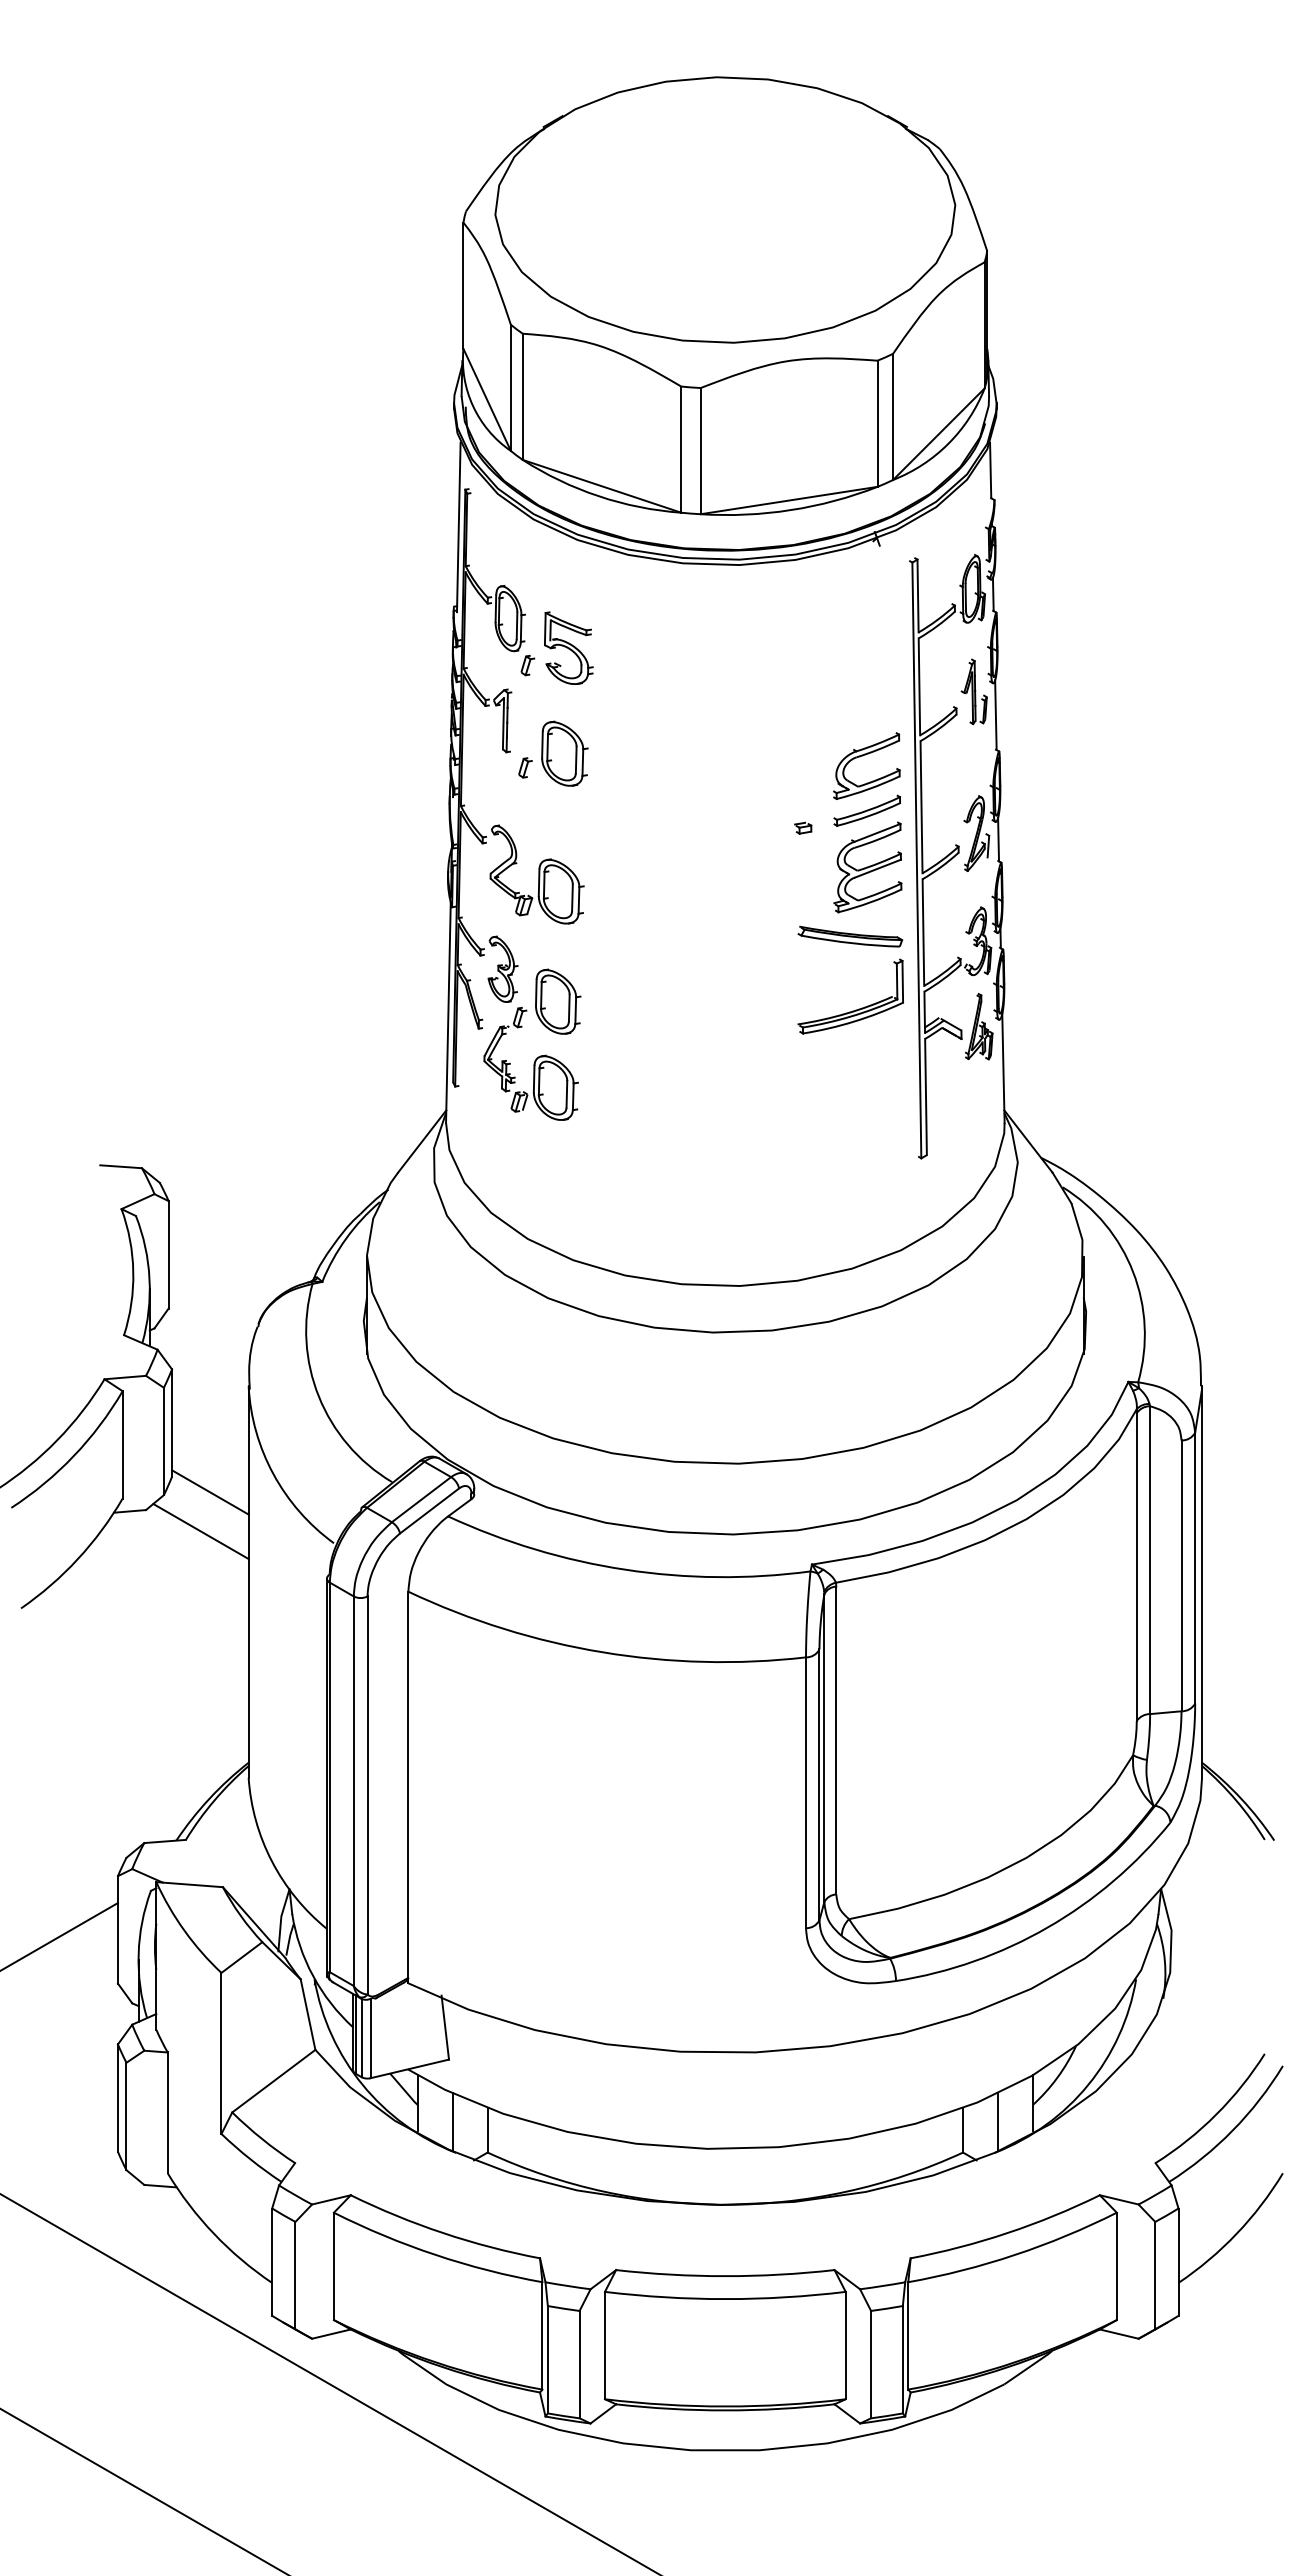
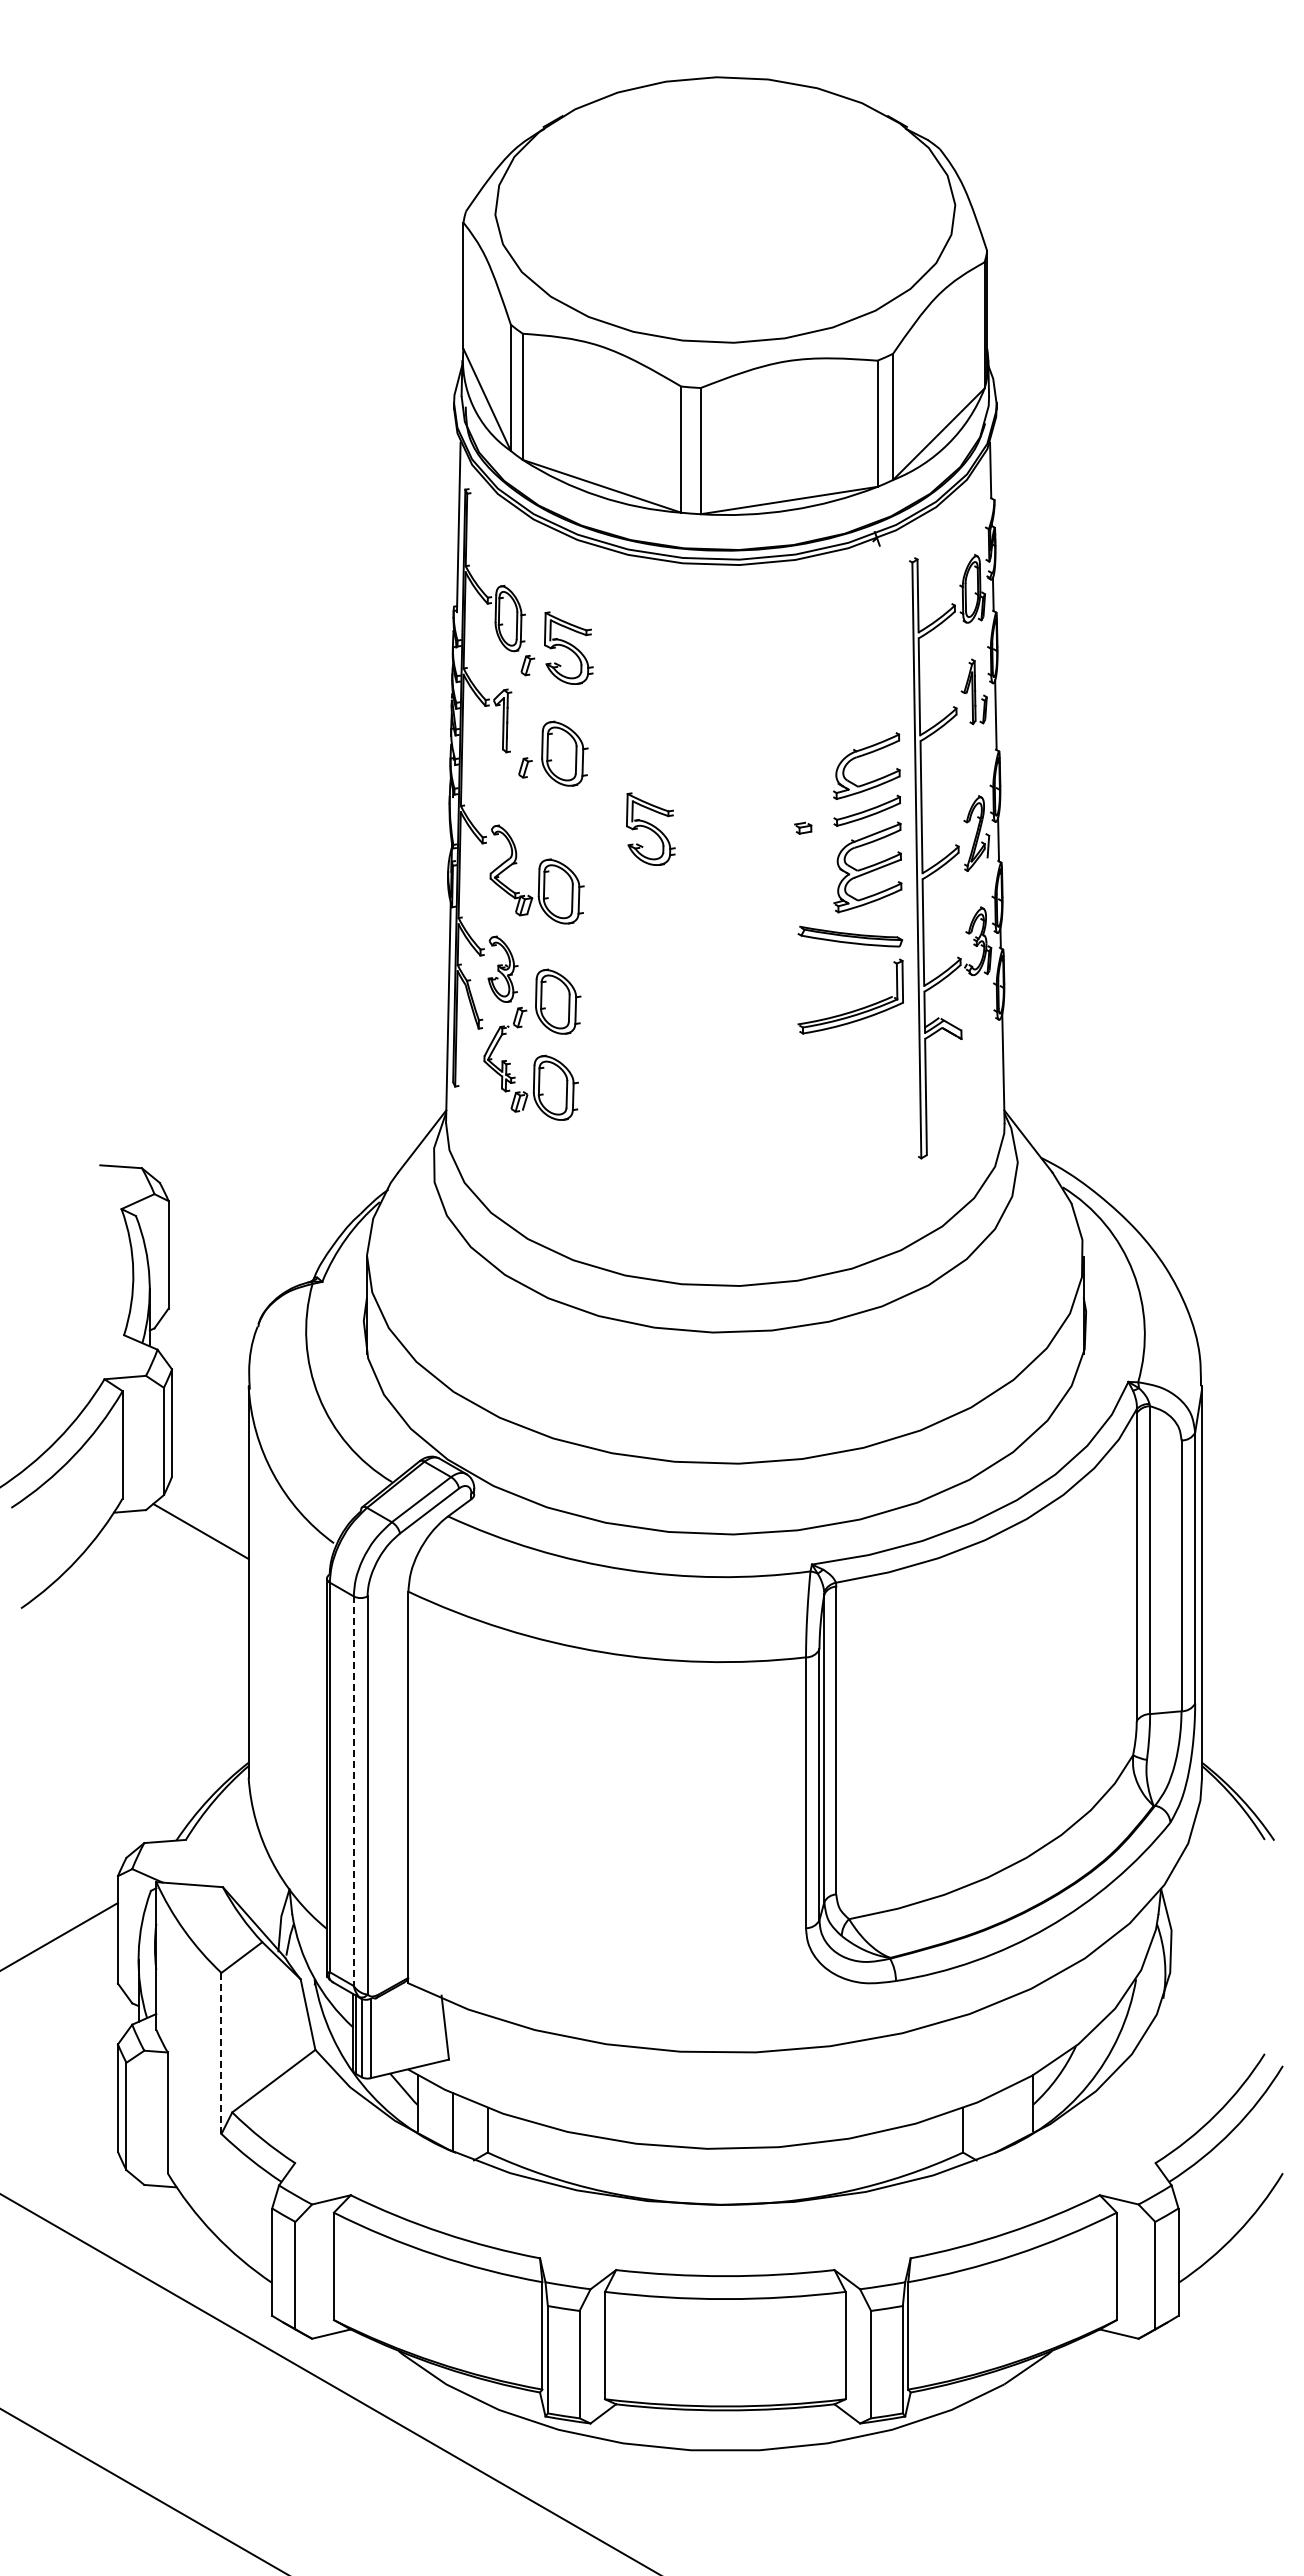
part at (650, 828): none -> present
part at (979, 1026): present -> none
line at (210, 1492): present -> none
line at (353, 1791): solid -> dashed
line at (221, 2053): solid -> dashed
line at (997, 2122): present -> none
